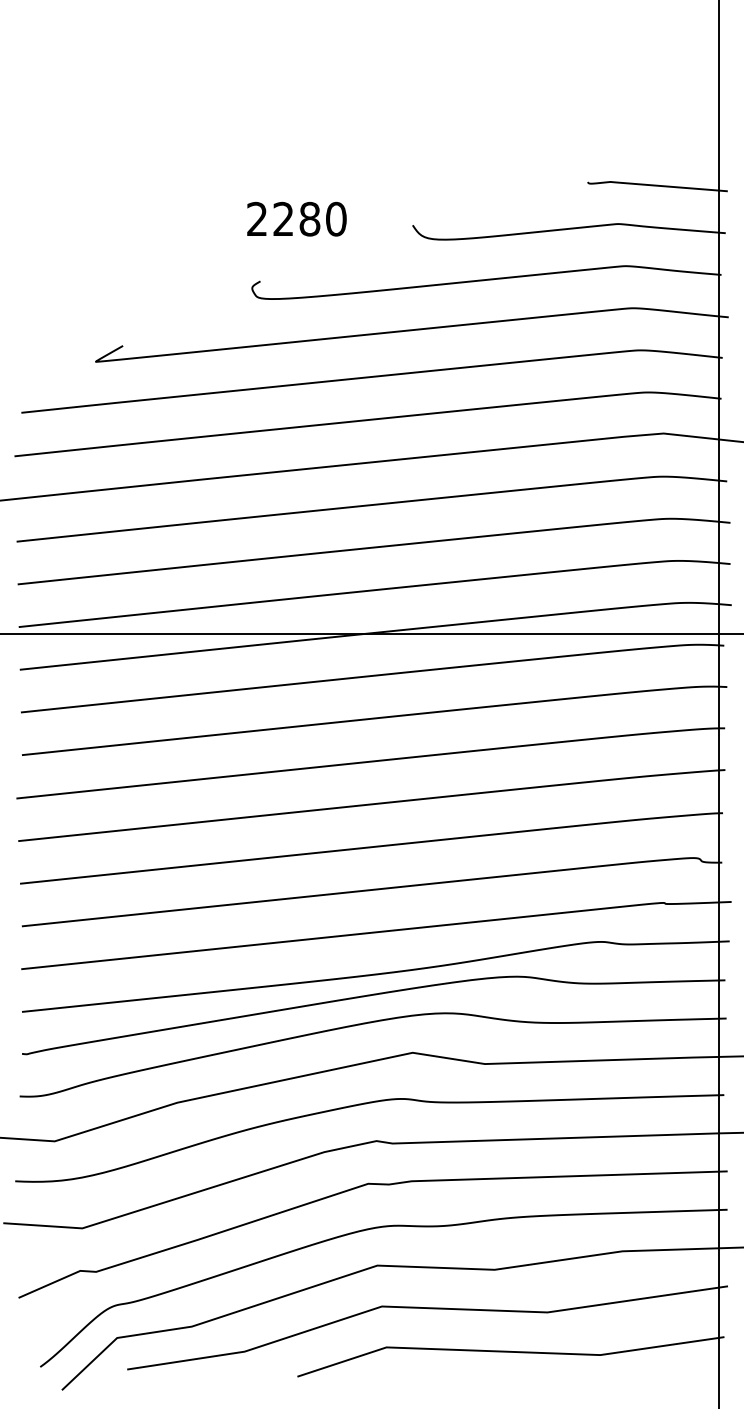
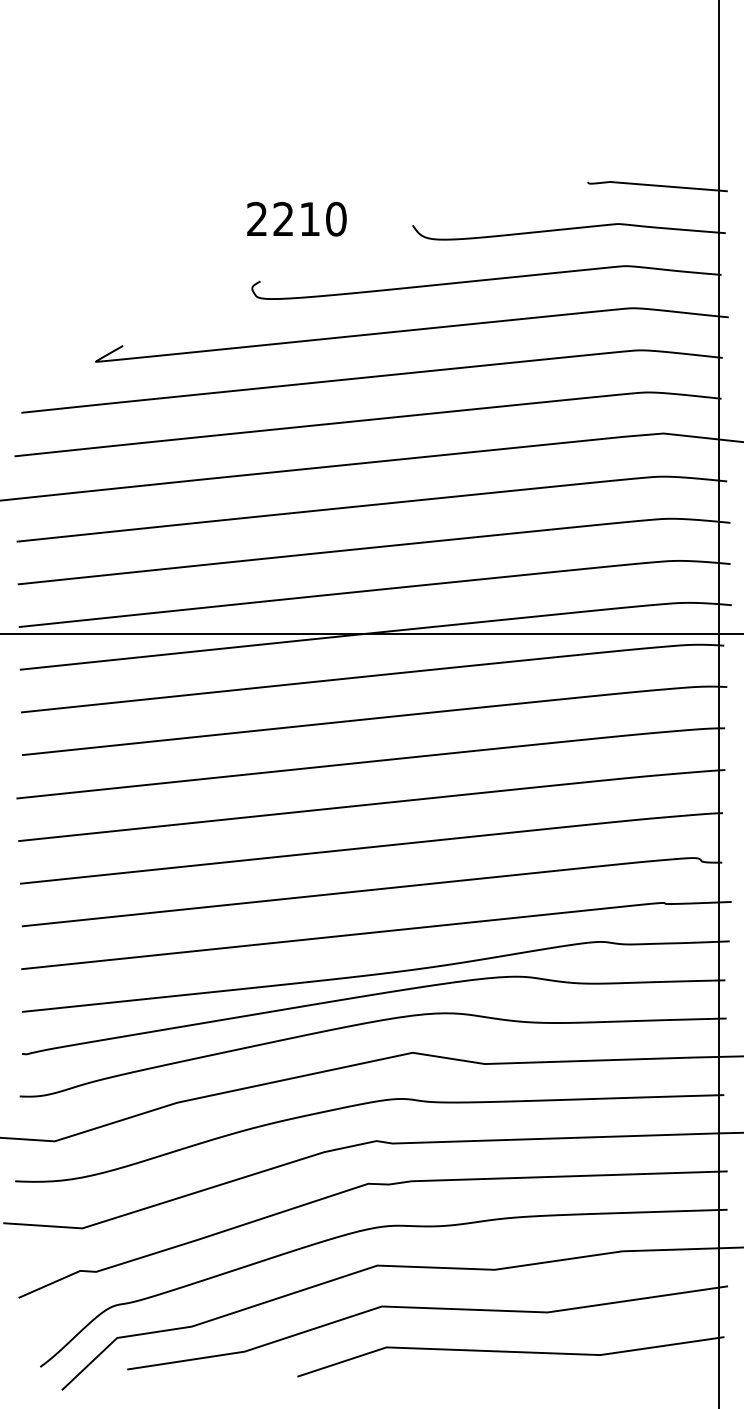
text at (309, 218): 2280 -> 2210
